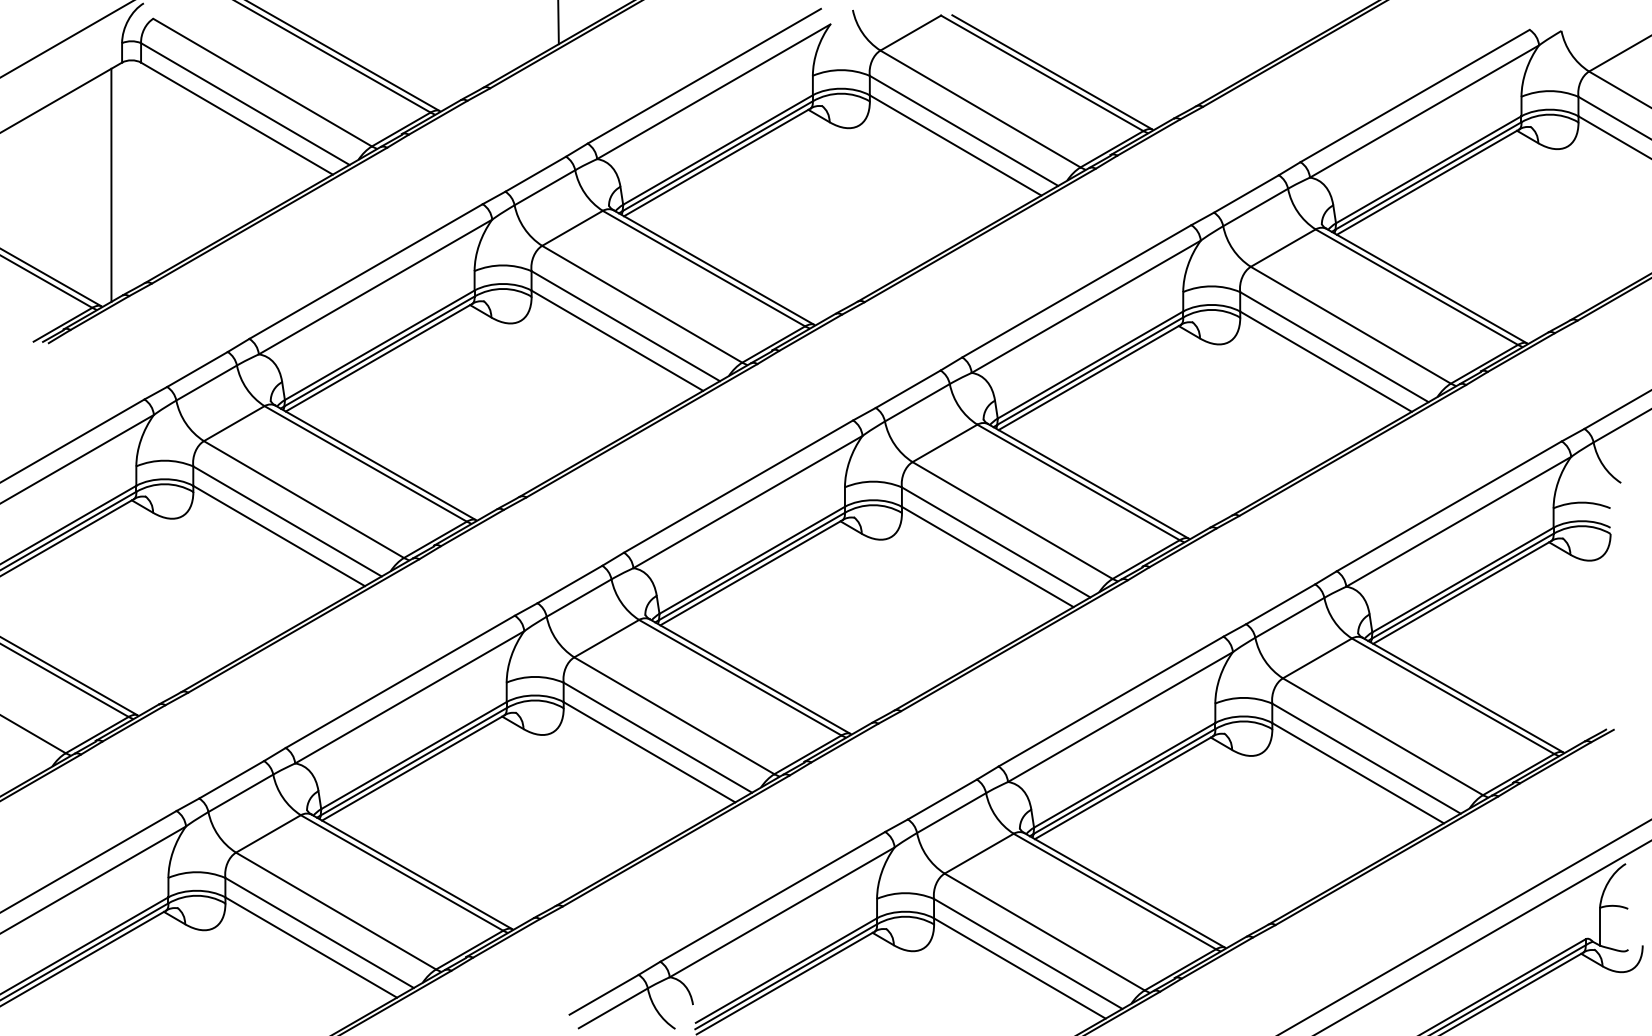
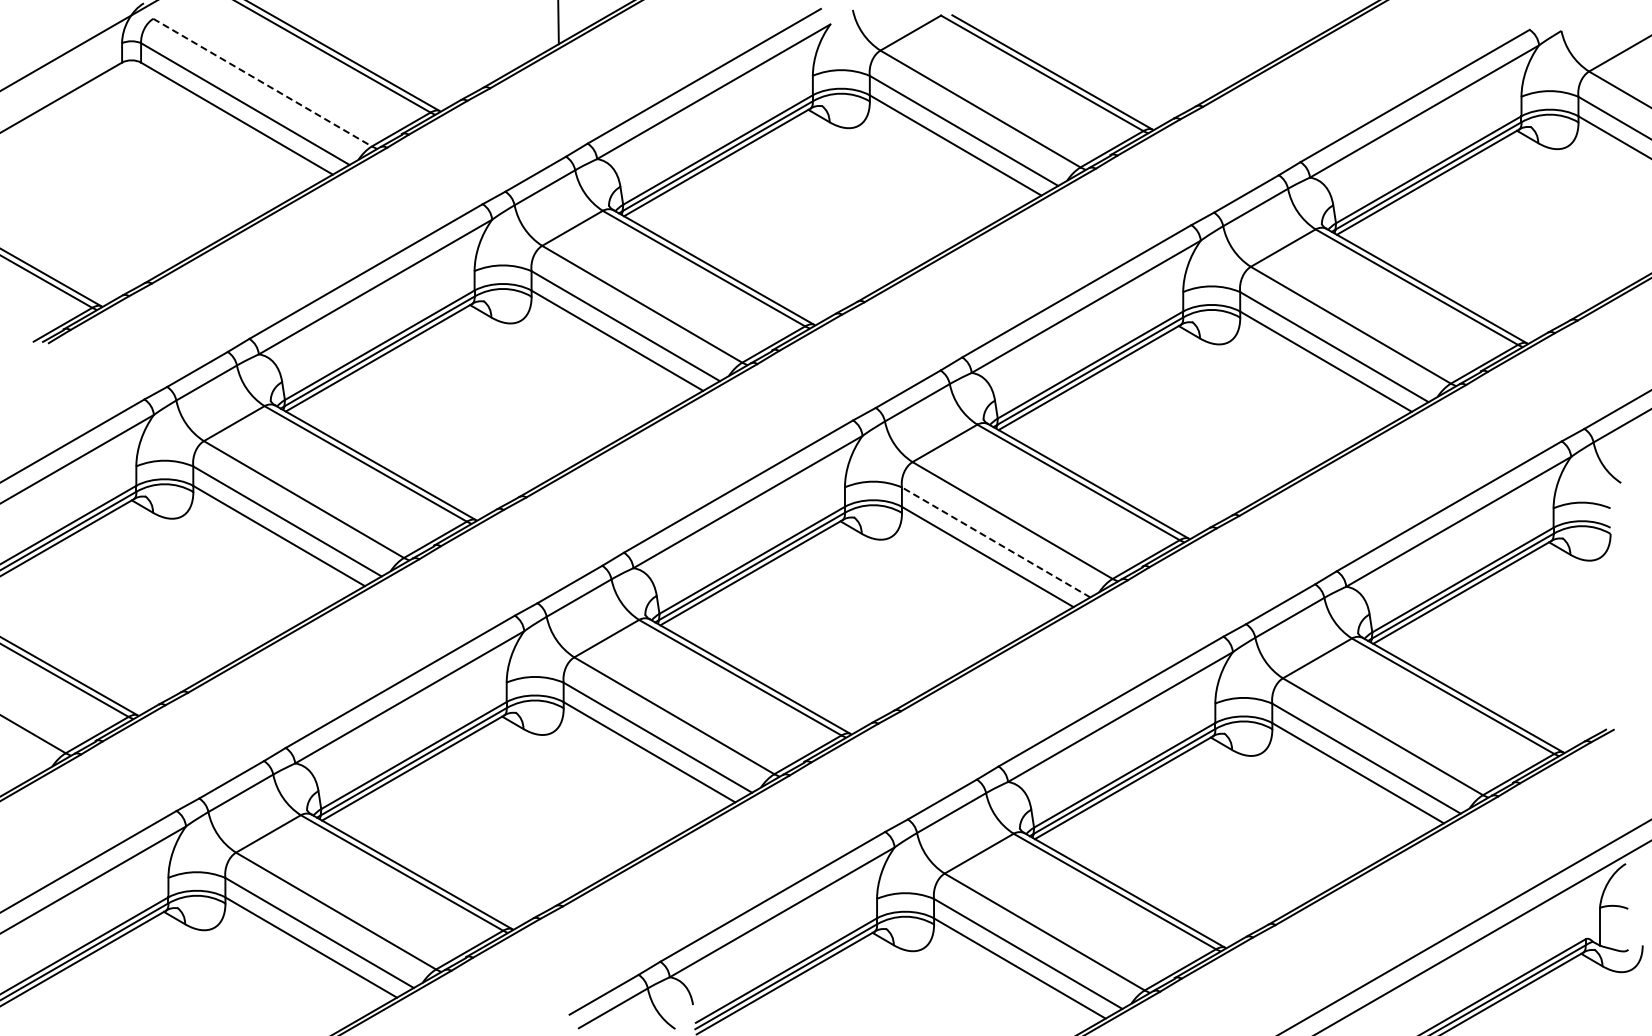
line at (66, 39) position: (66, 39) -> (78, 46)
line at (262, 82): solid -> dashed
line at (111, 184): present -> none
line at (995, 542): solid -> dashed
